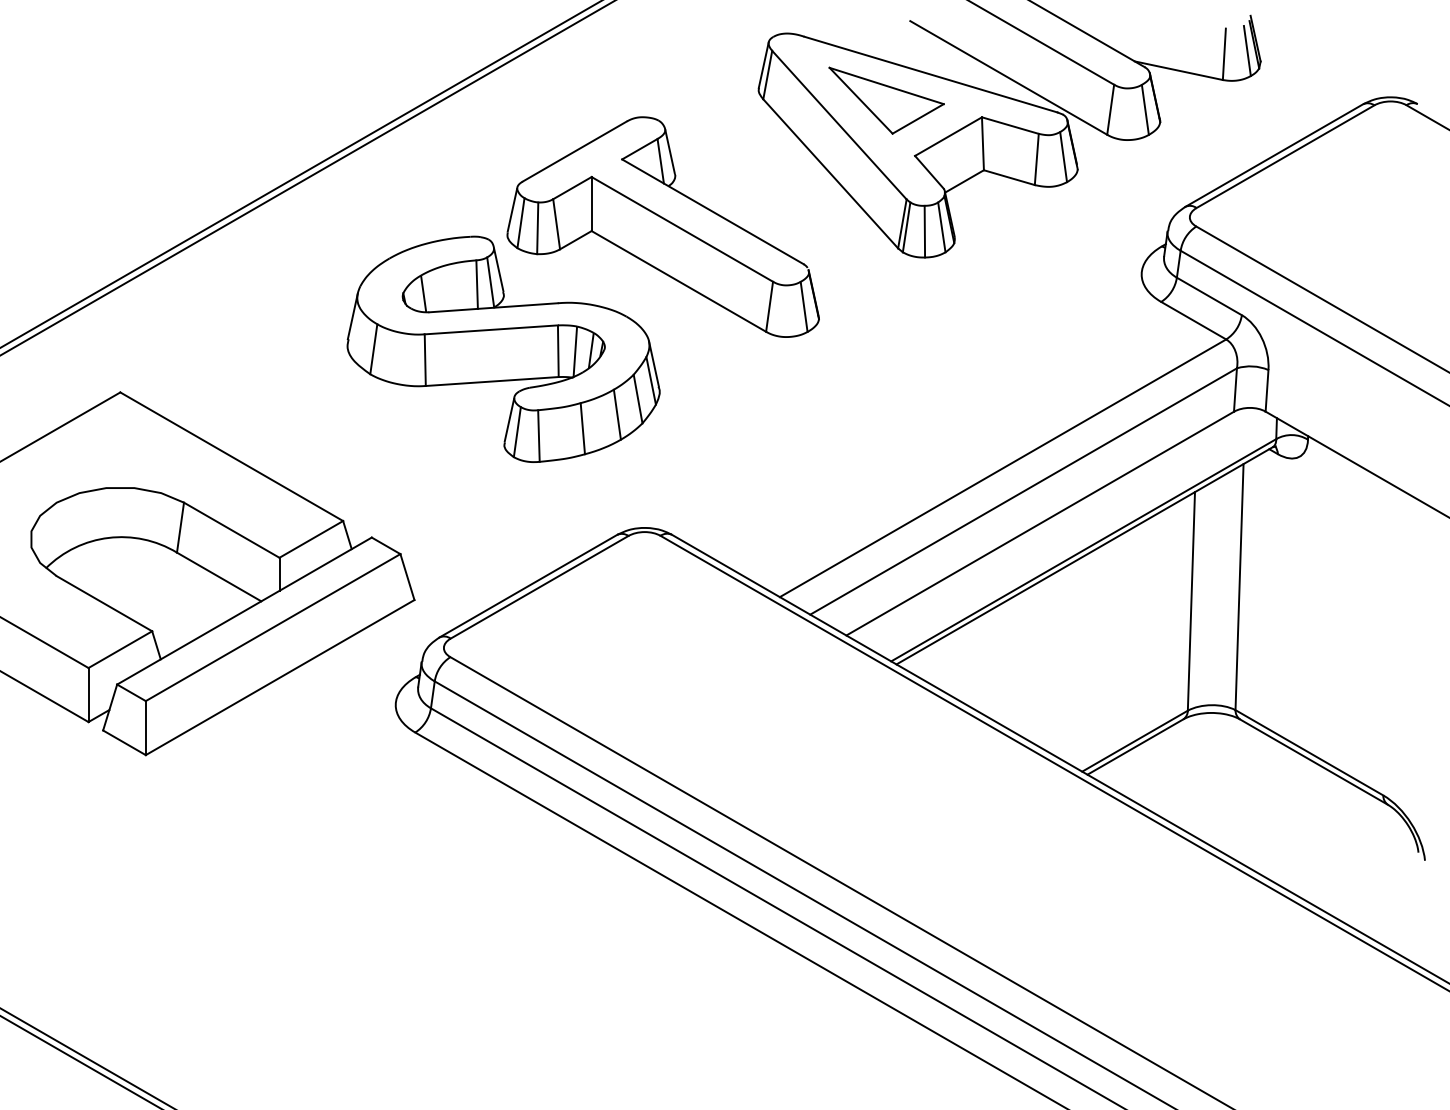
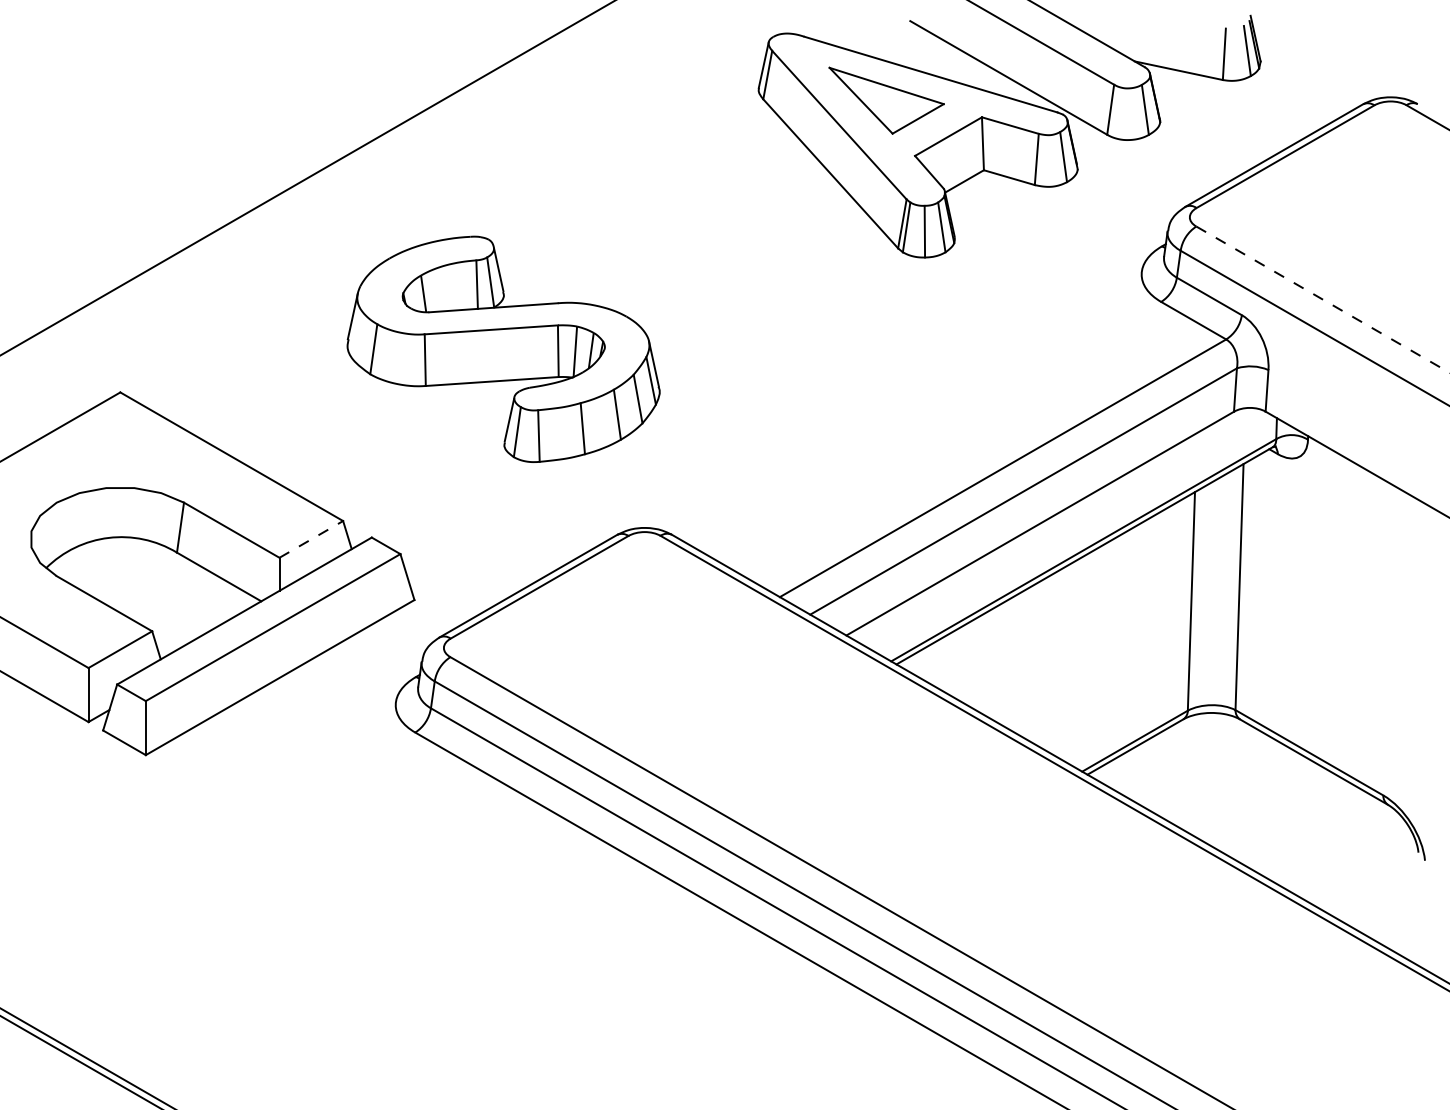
line at (300, 174): present -> none
part at (662, 226): present -> none
line at (1323, 299): solid -> dashed
line at (311, 539): solid -> dashed
